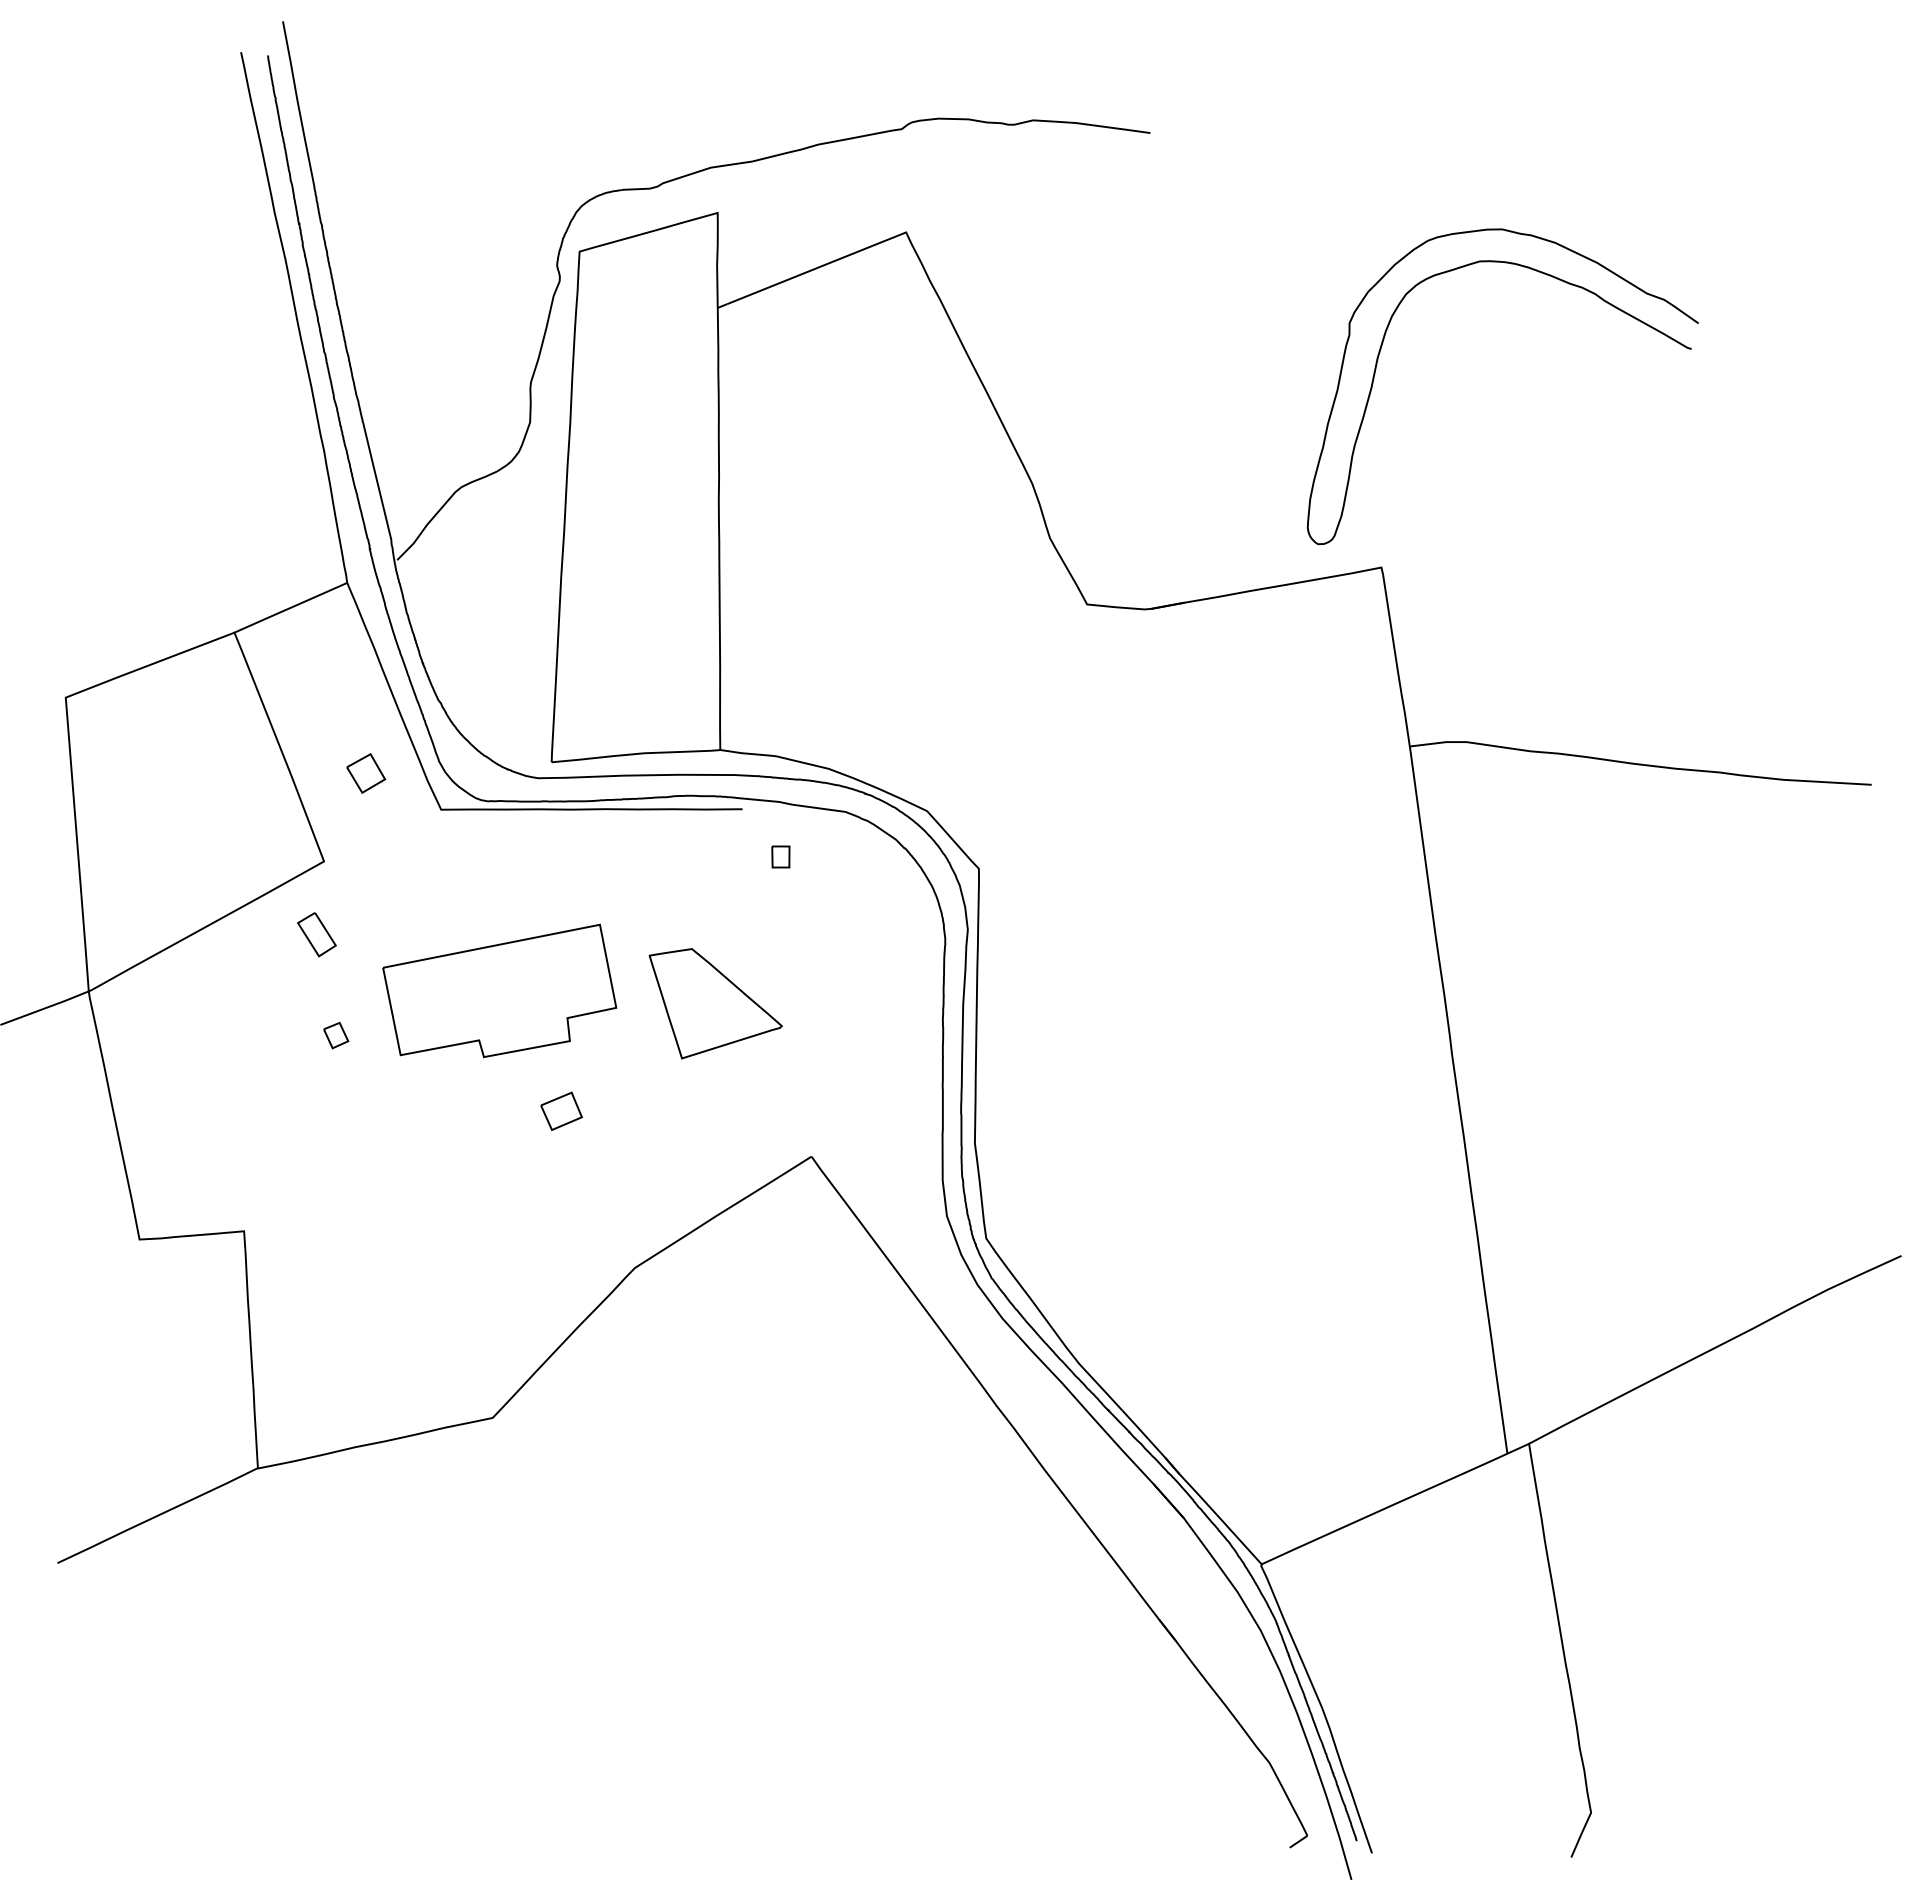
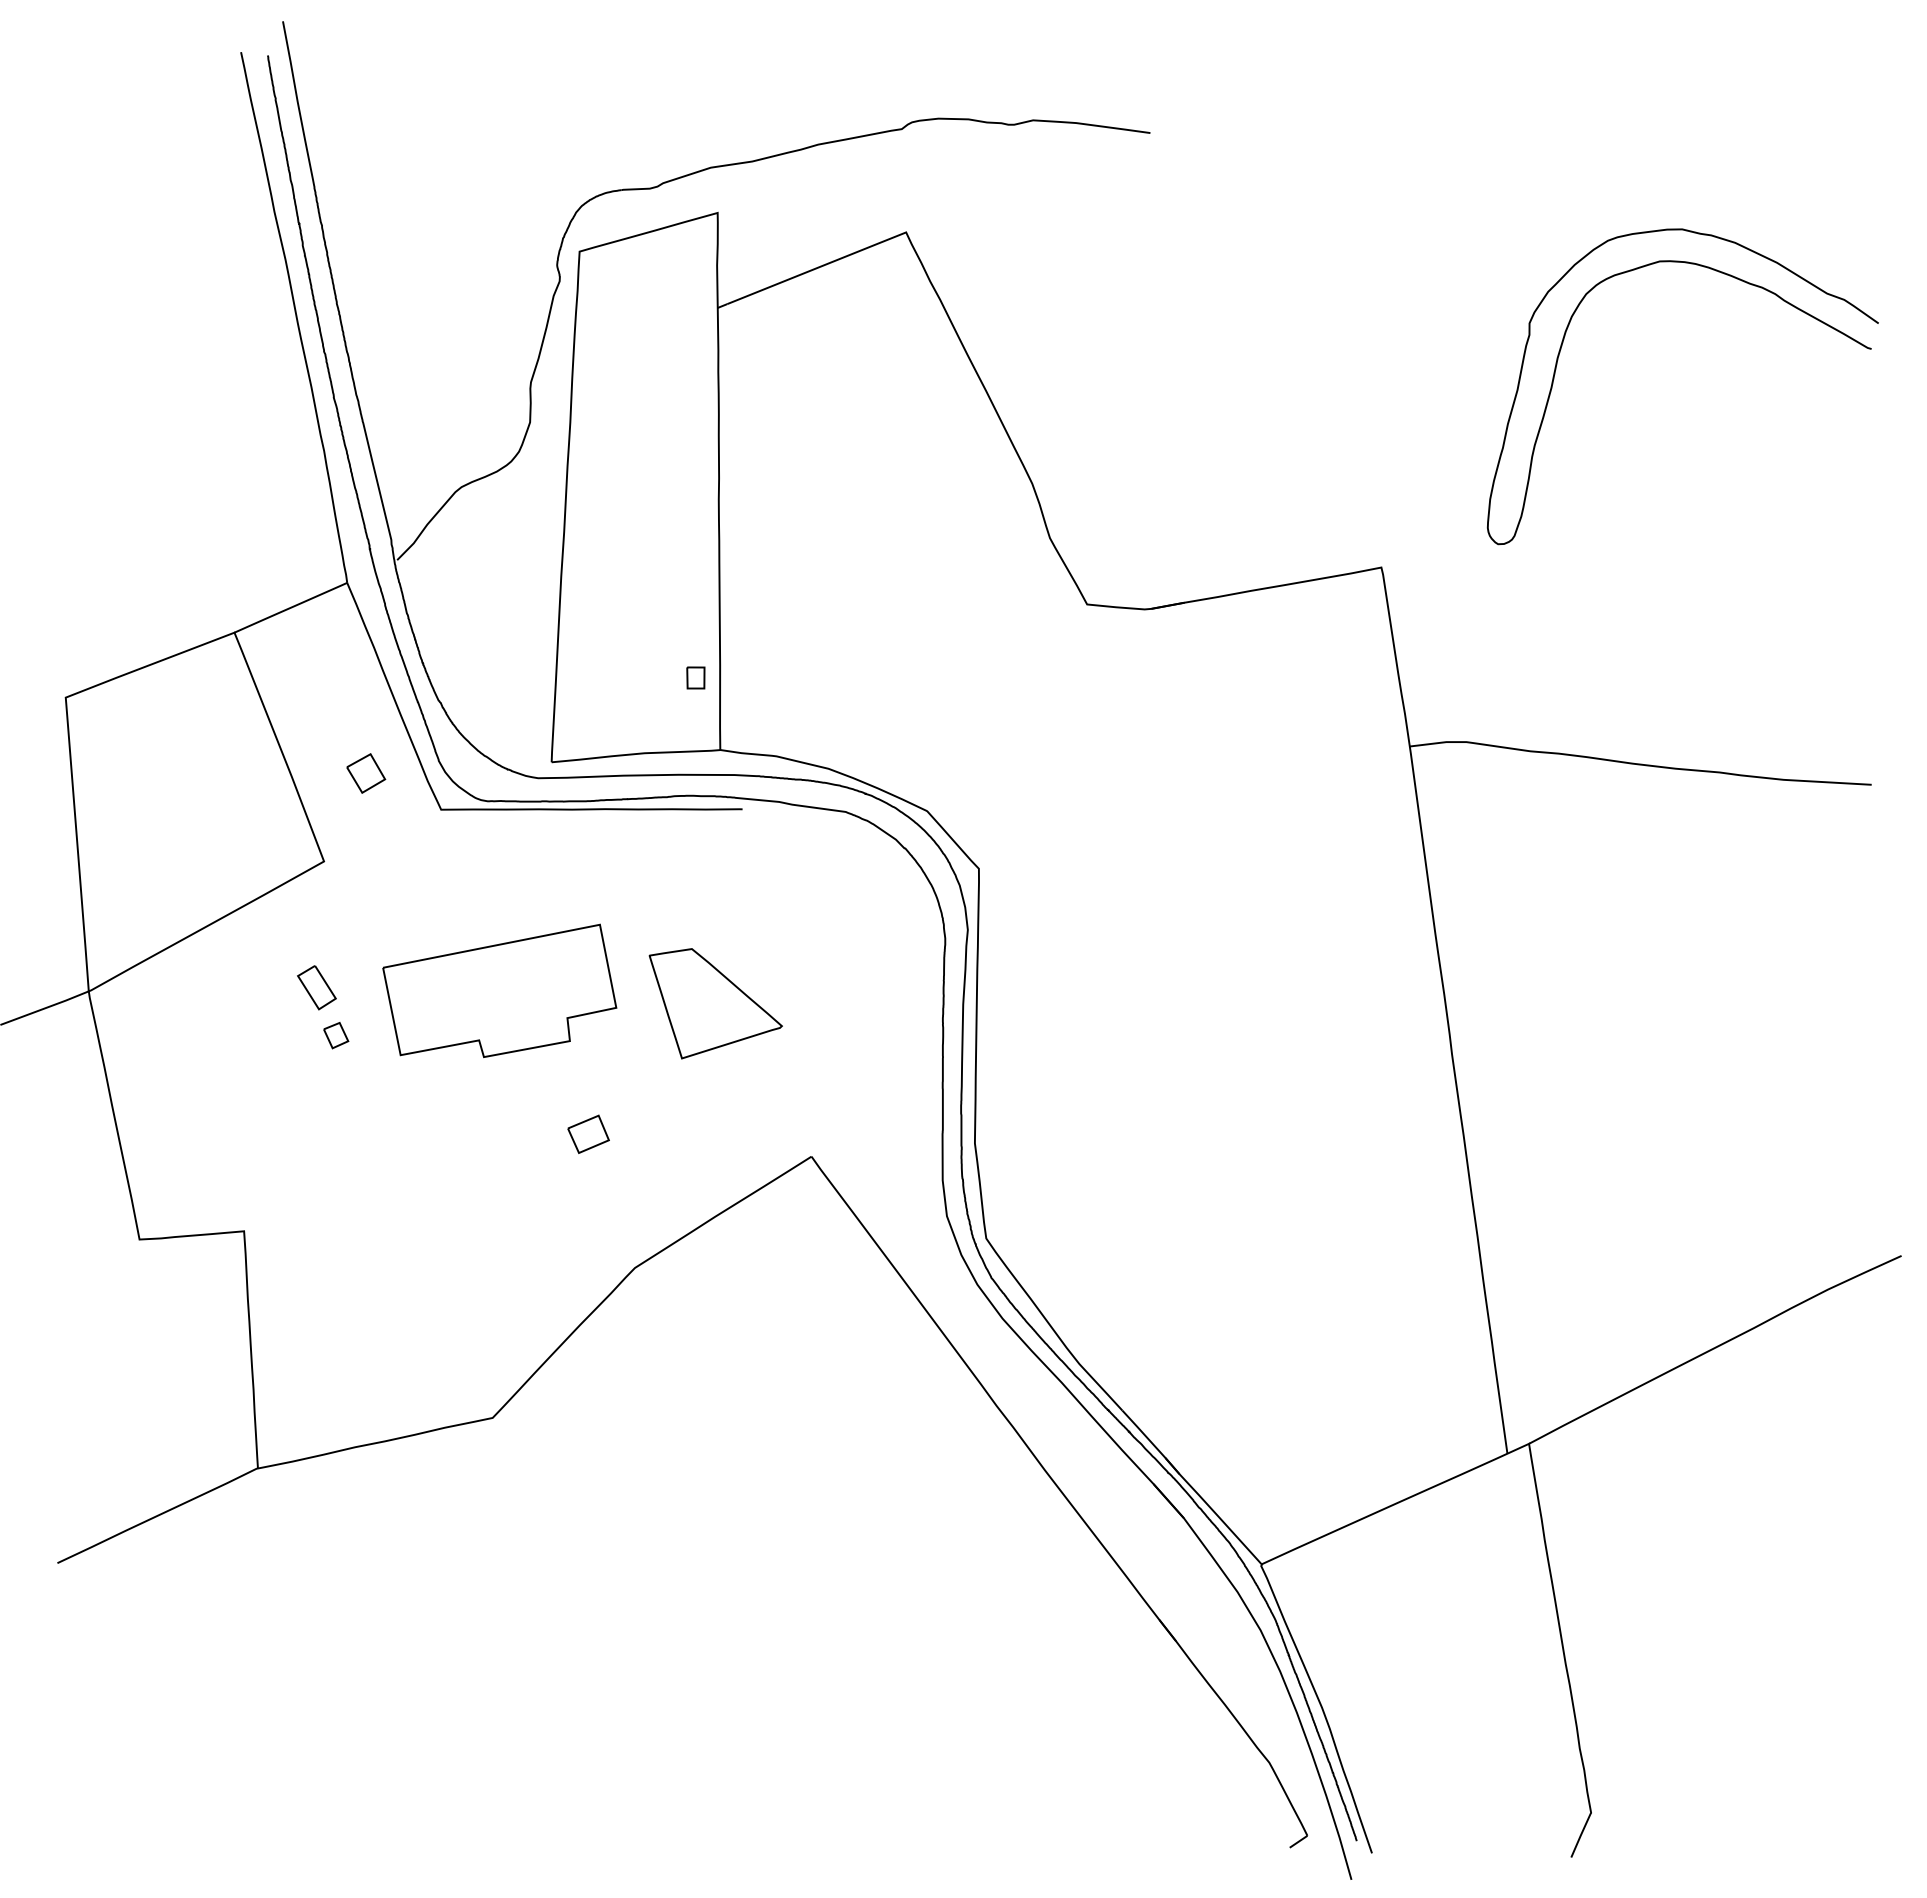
curve at (1546, 275) position: (1546, 275) -> (1726, 275)
part at (780, 856) position: (780, 856) -> (695, 677)
part at (316, 934) position: (316, 934) -> (316, 987)
part at (561, 1110) position: (561, 1110) -> (588, 1133)
